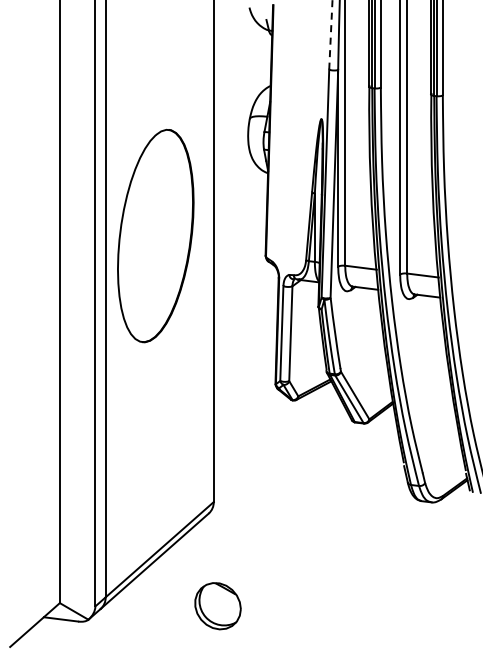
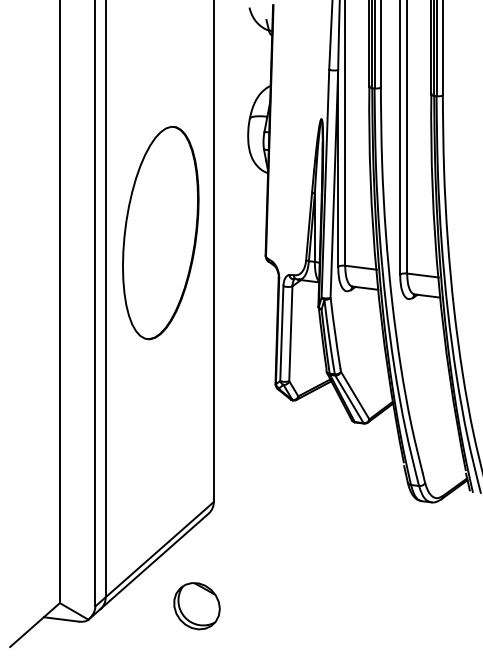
line at (330, 34): dashed -> solid
part at (155, 236) position: (155, 236) -> (160, 233)
part at (217, 606) position: (217, 606) -> (196, 606)
